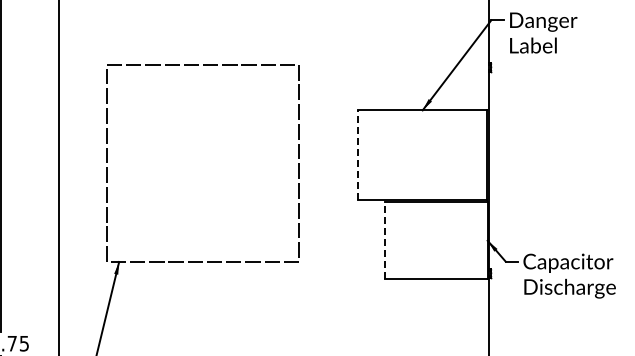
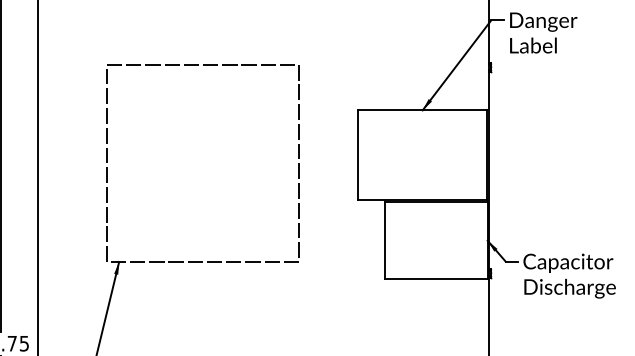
line at (358, 154): dashed -> solid
line at (59, 177) position: (59, 177) -> (38, 177)
line at (384, 240): dashed -> solid
